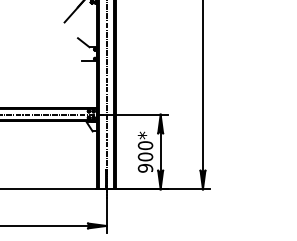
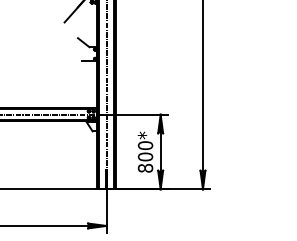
text at (145, 168): 900* -> 800*
